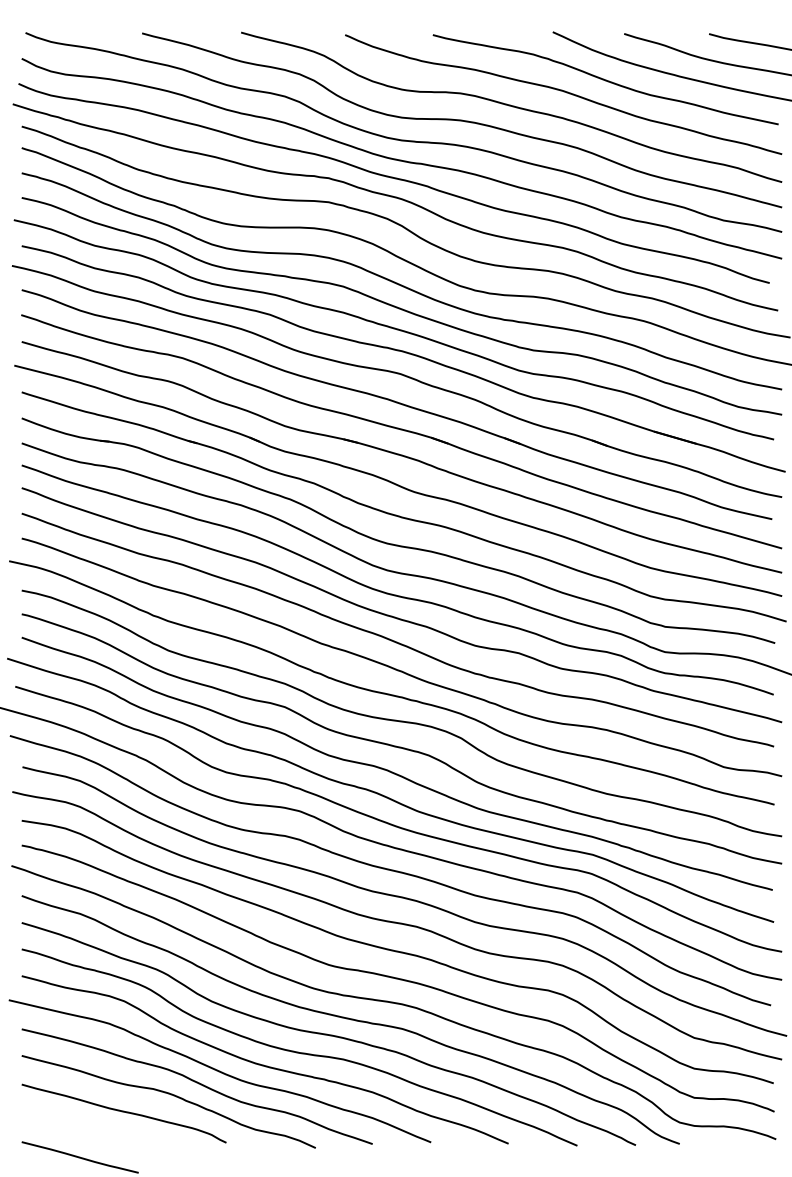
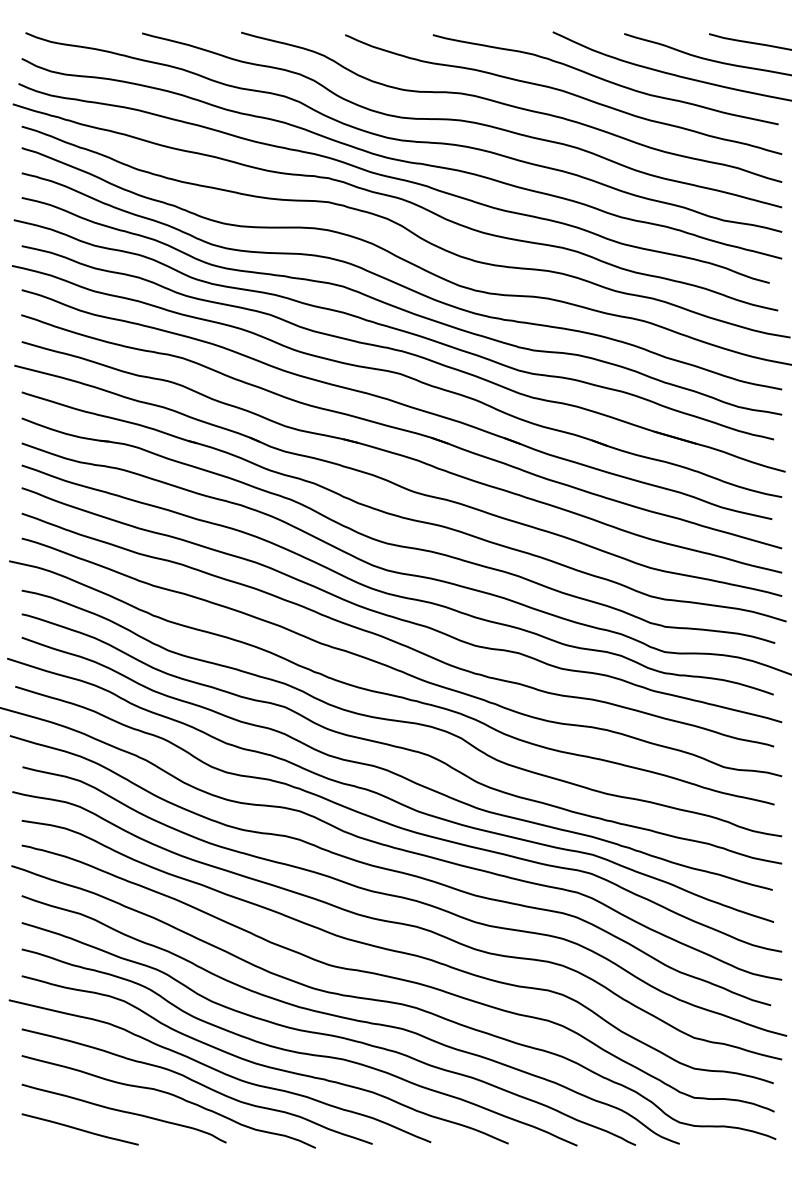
curve at (79, 1157) position: (79, 1157) -> (79, 1129)
